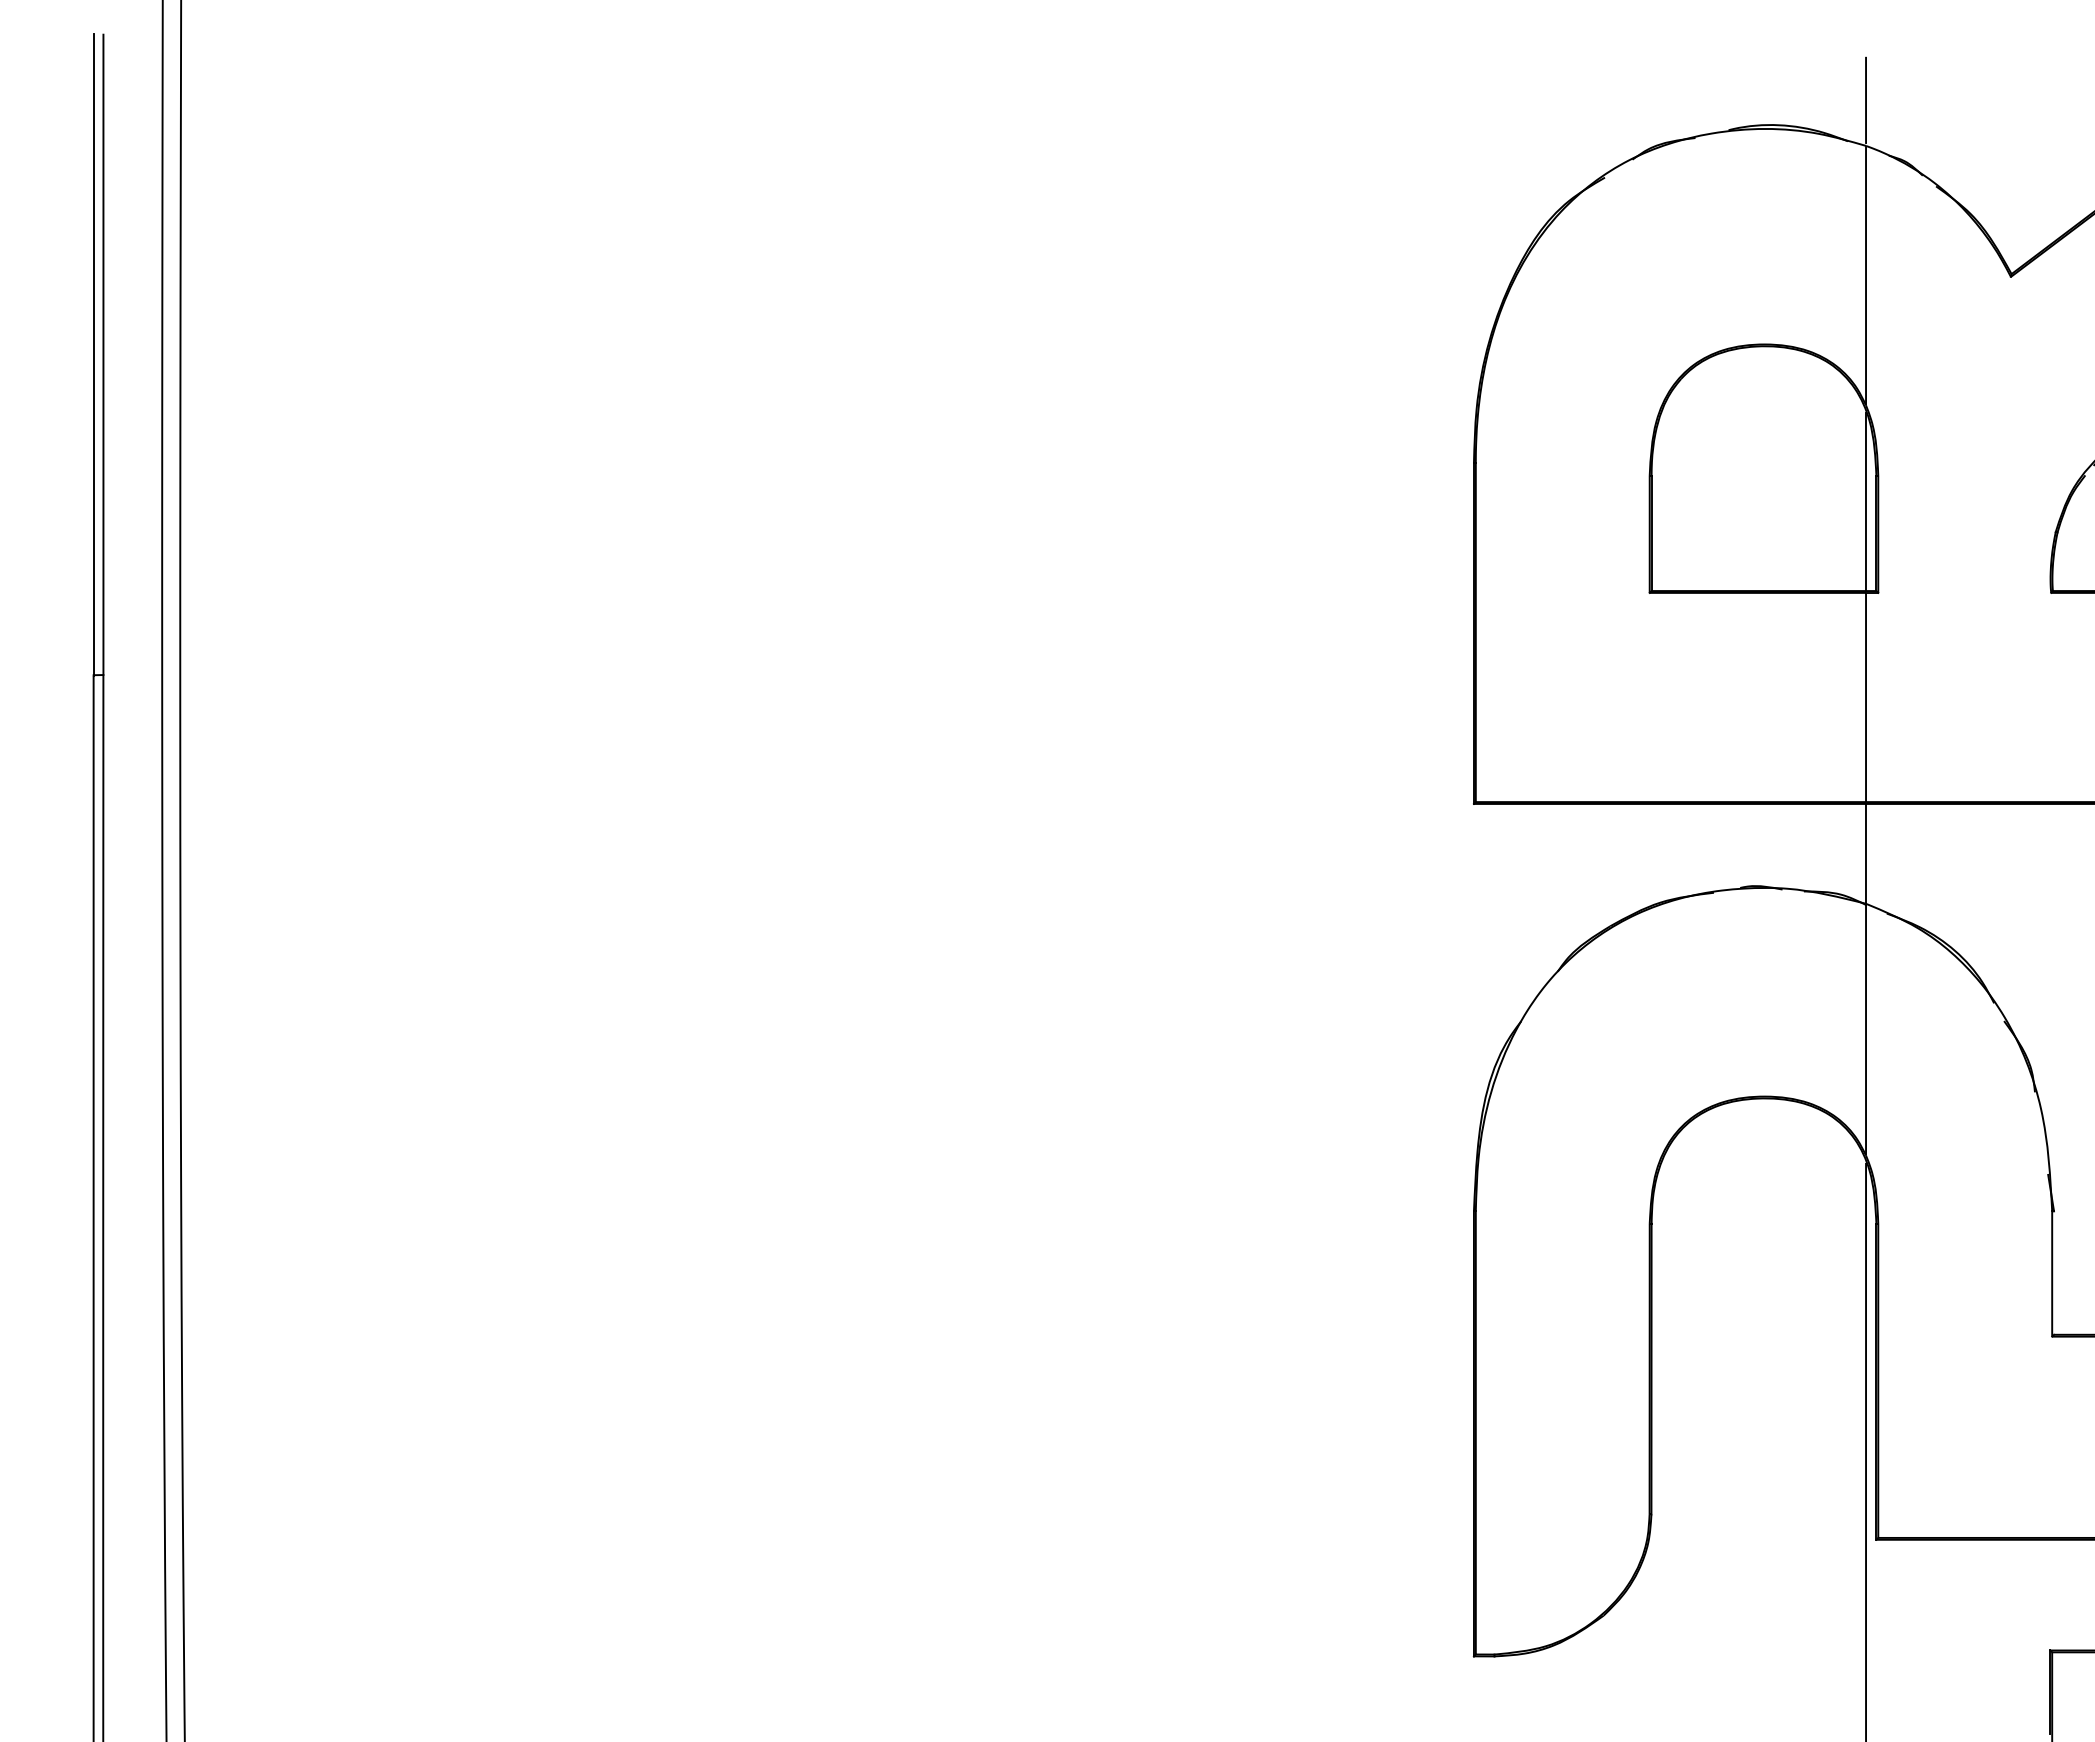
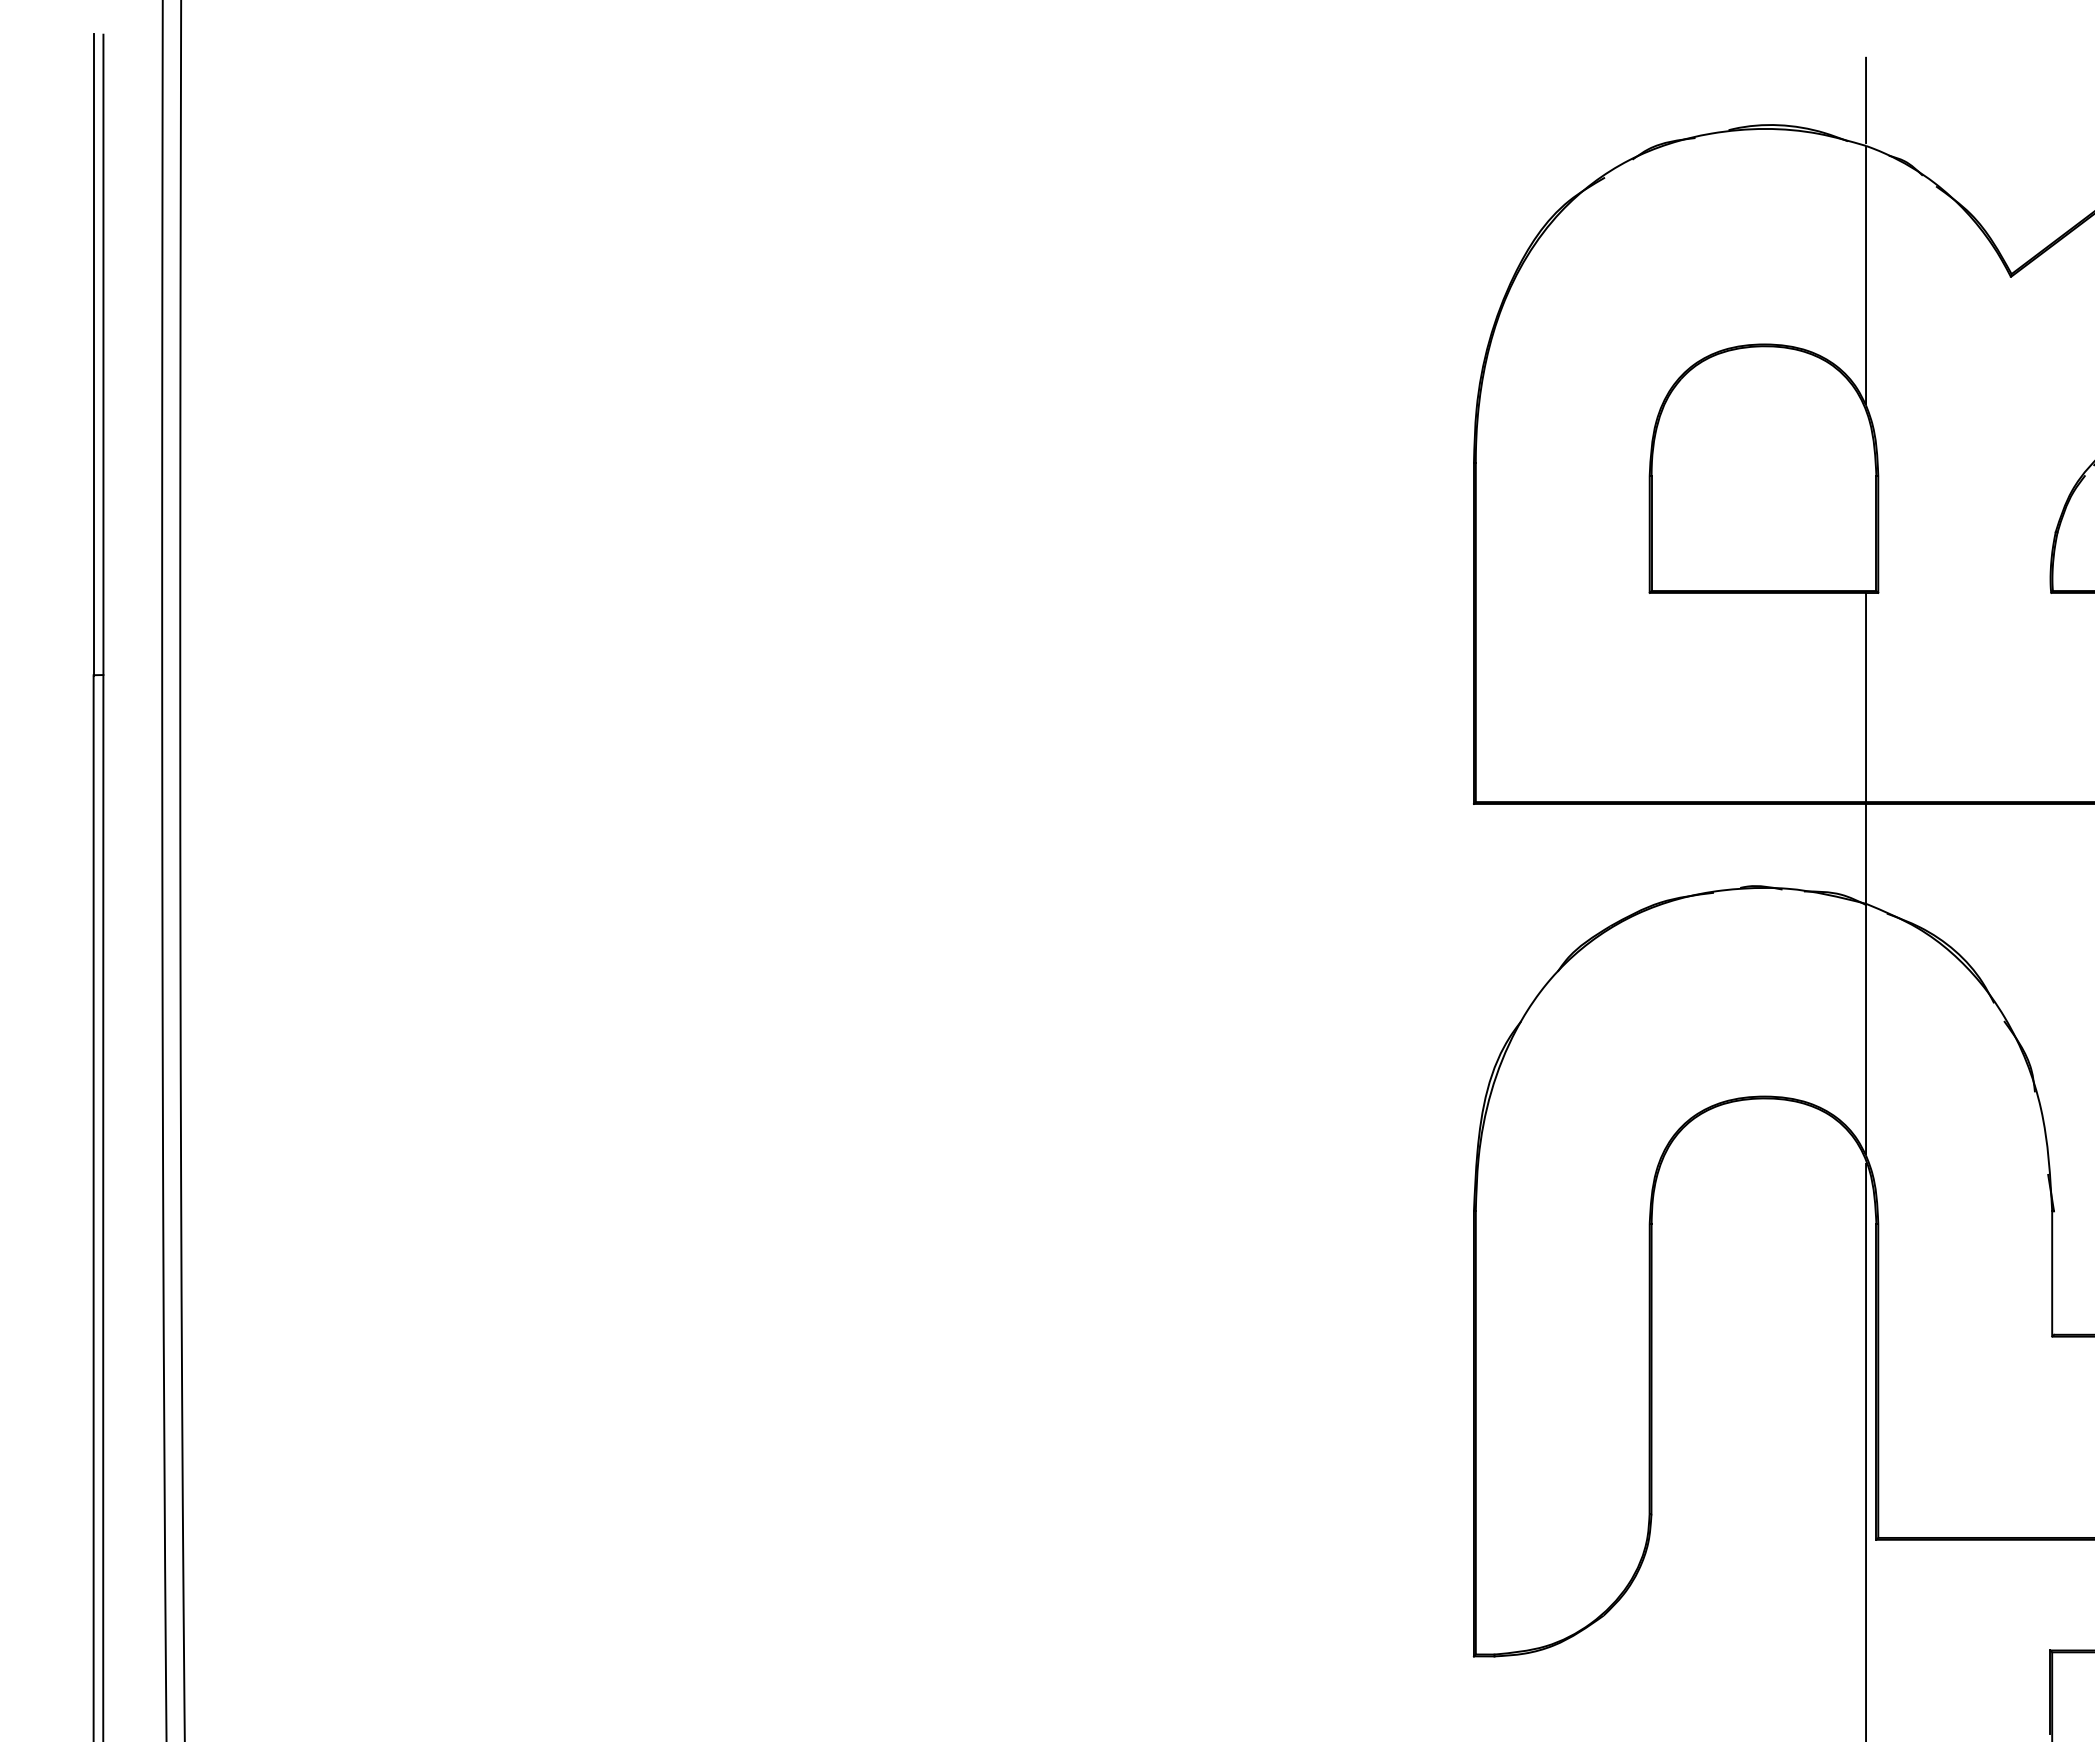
line at (1866, 502): present -> none
